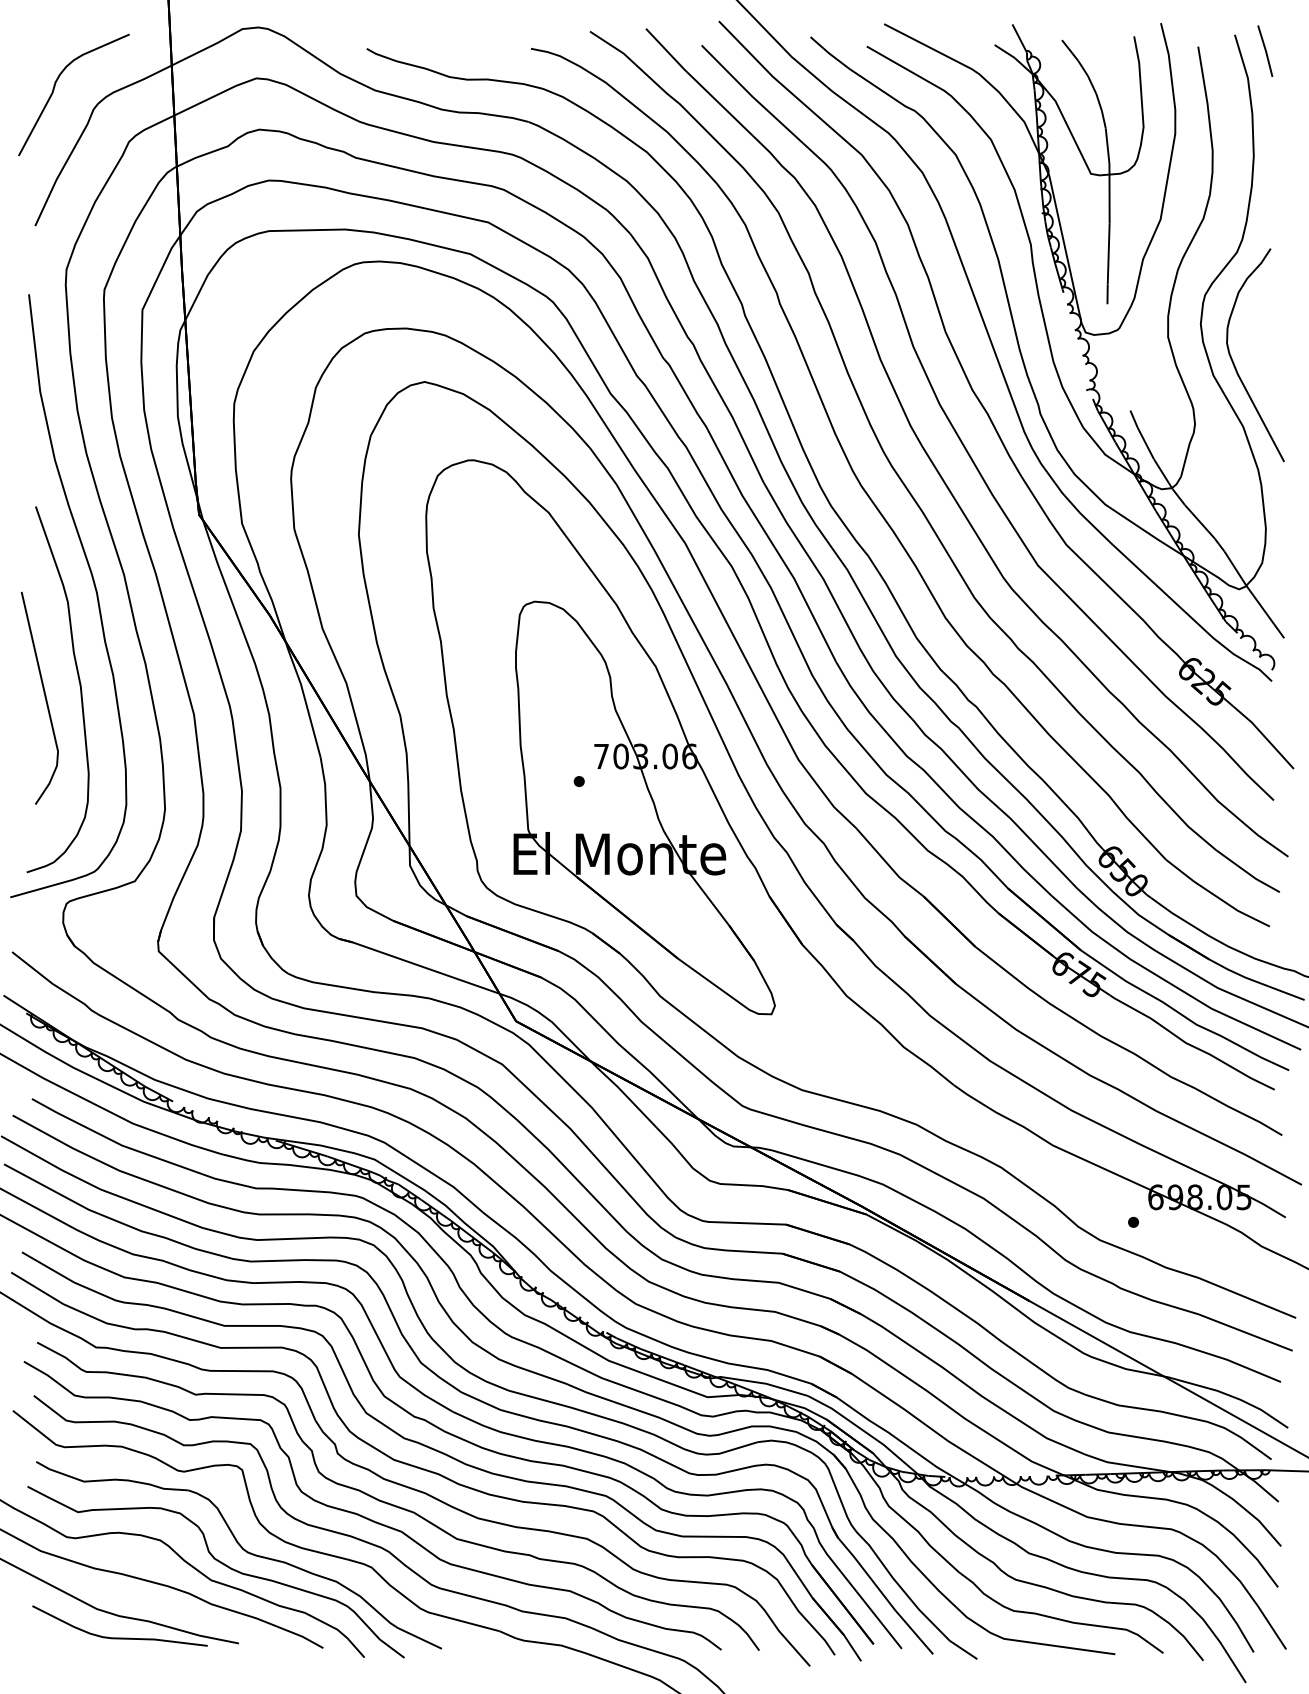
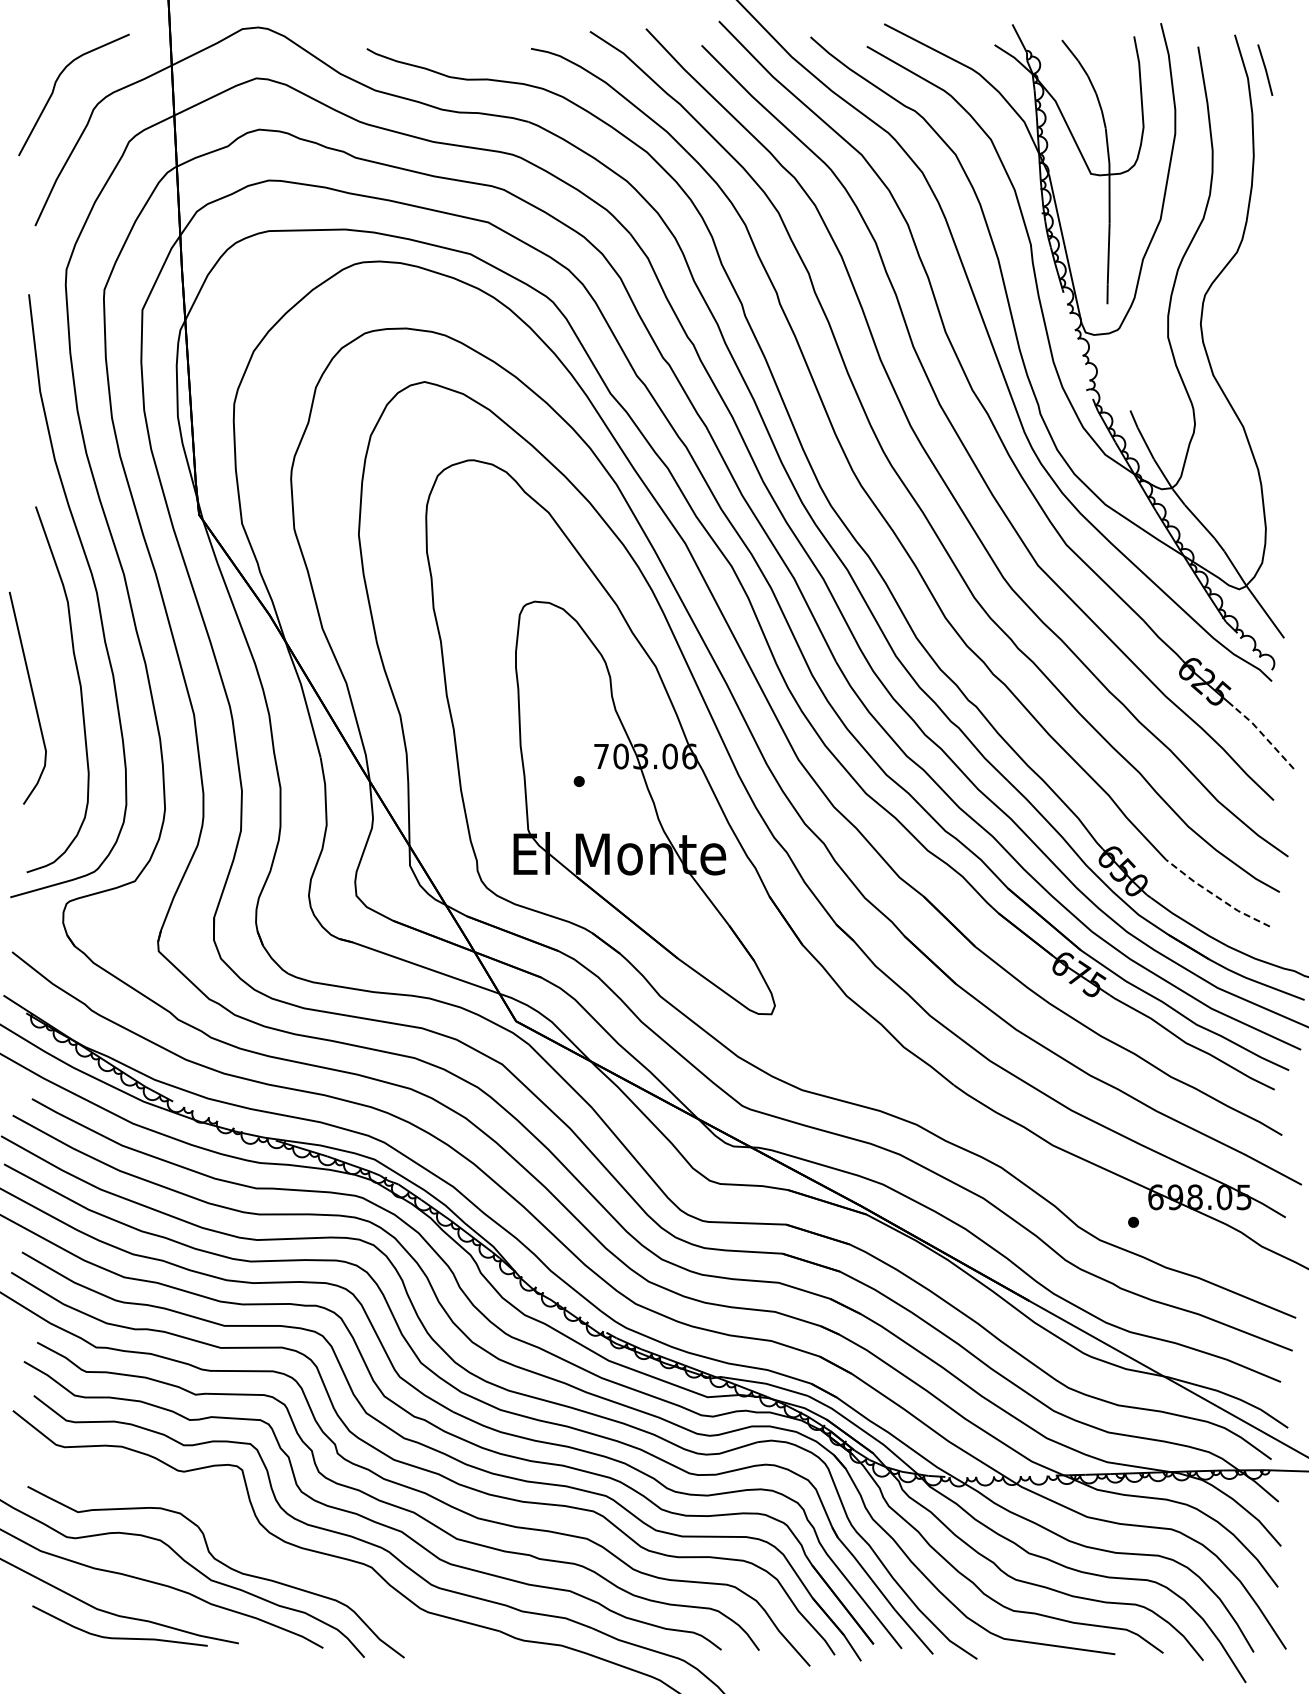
line at (1265, 50) position: (1265, 50) -> (1265, 69)
curve at (1235, 365): present -> none
line at (44, 697) position: (44, 697) -> (32, 697)
line at (1263, 735): solid -> dashed
line at (1215, 895): solid -> dashed
part at (243, 1550): present -> none
